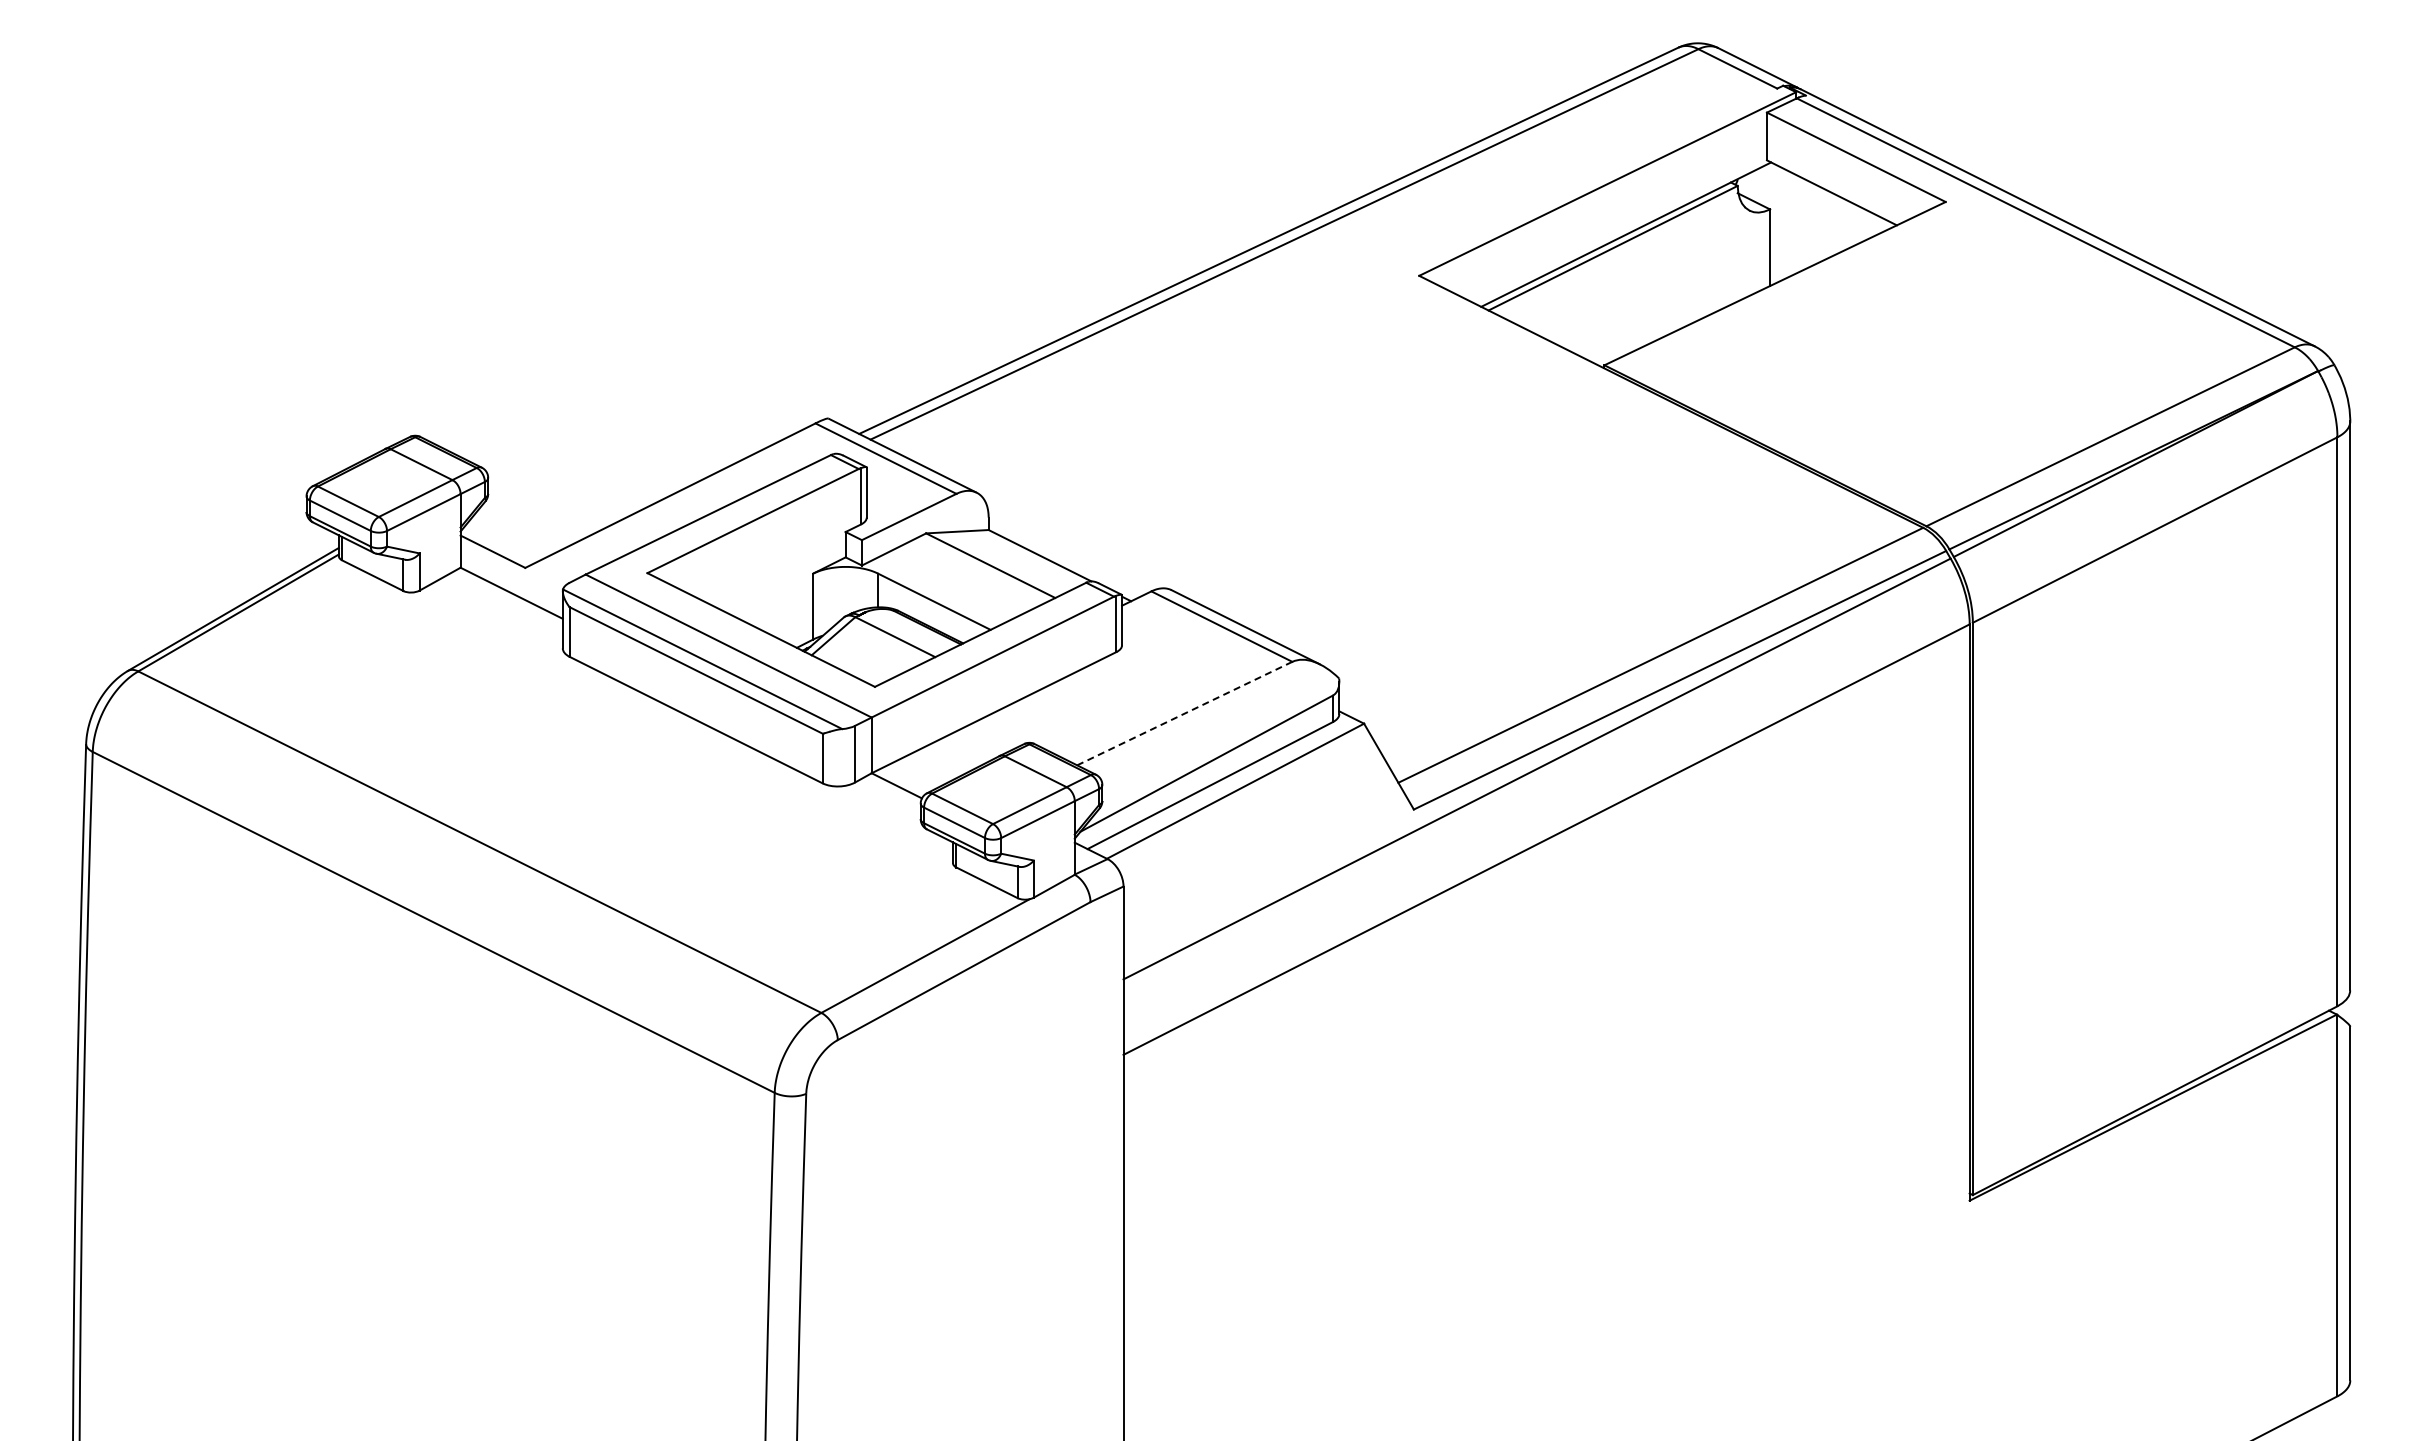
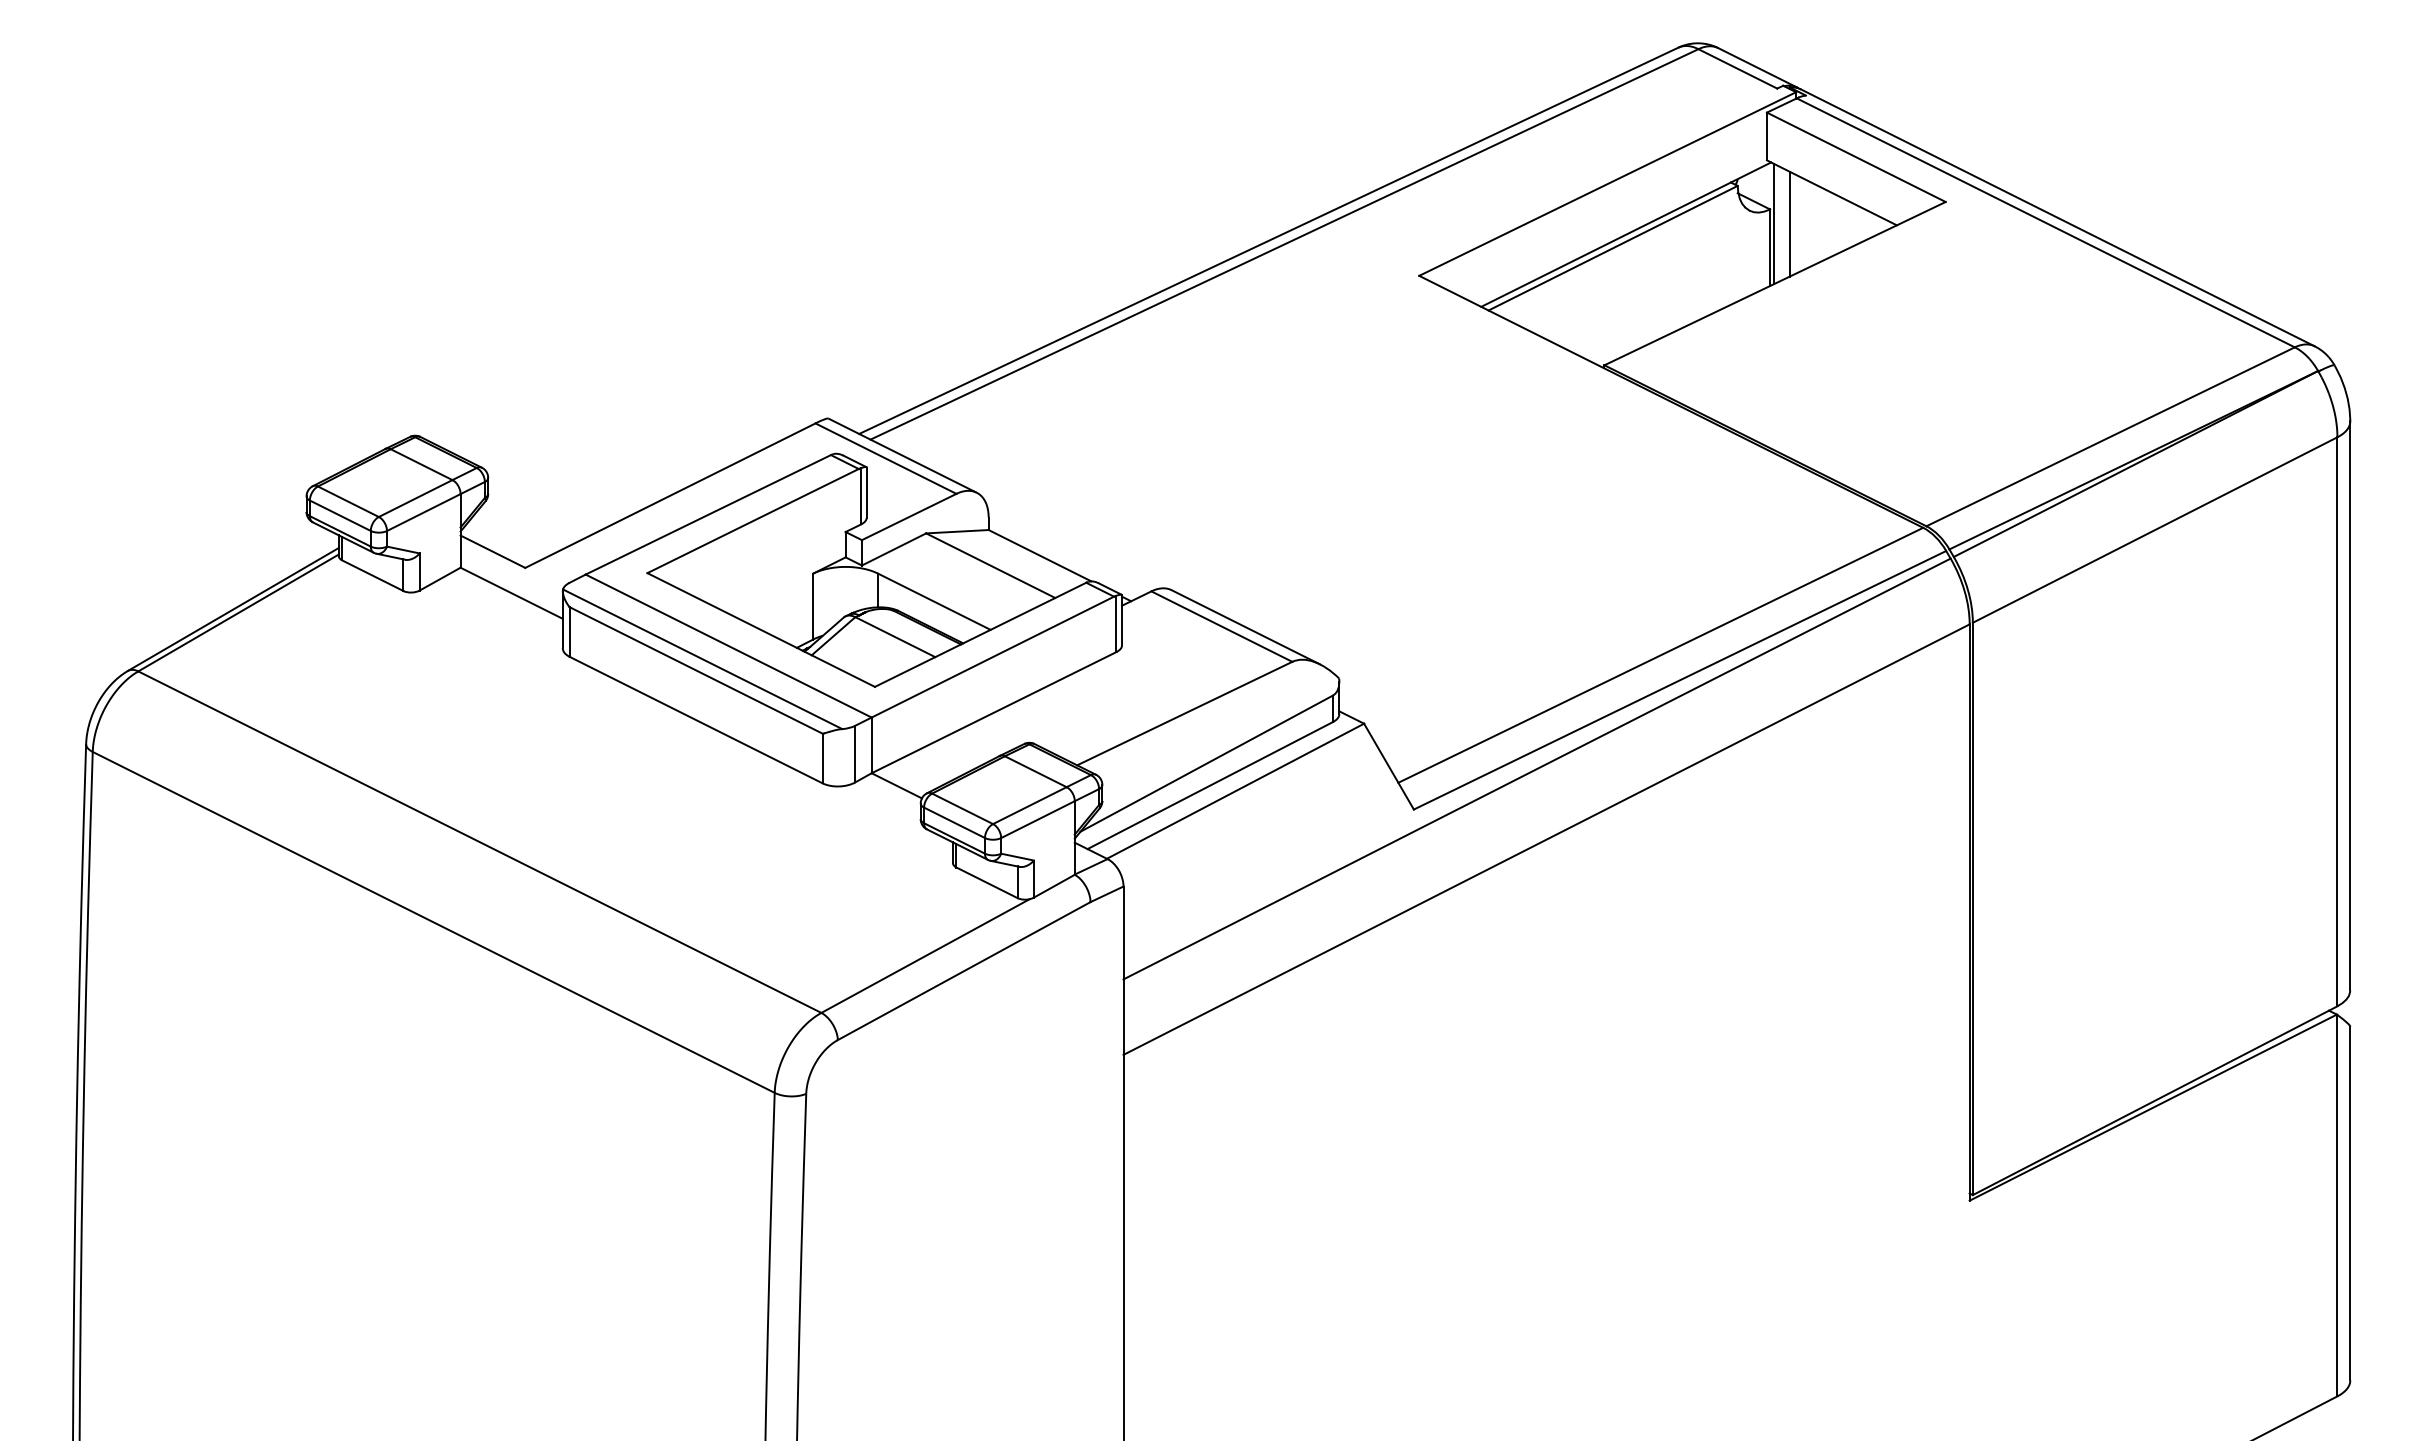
line at (1773, 223): none -> present
line at (1789, 223): none -> present
line at (1184, 713): dashed -> solid
